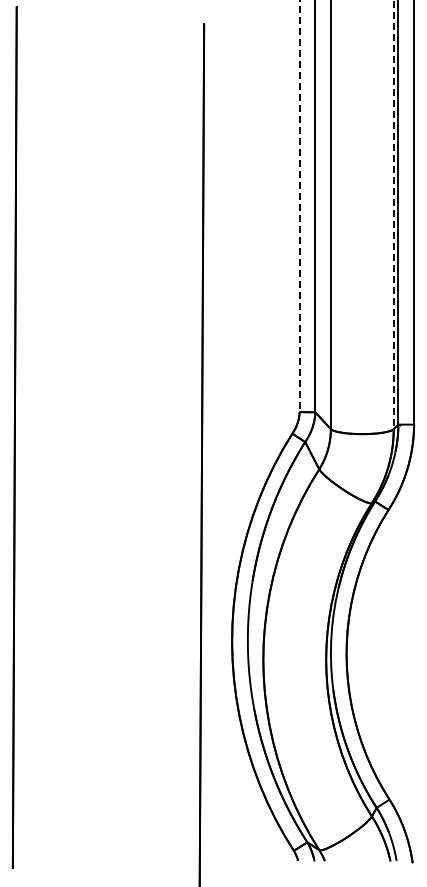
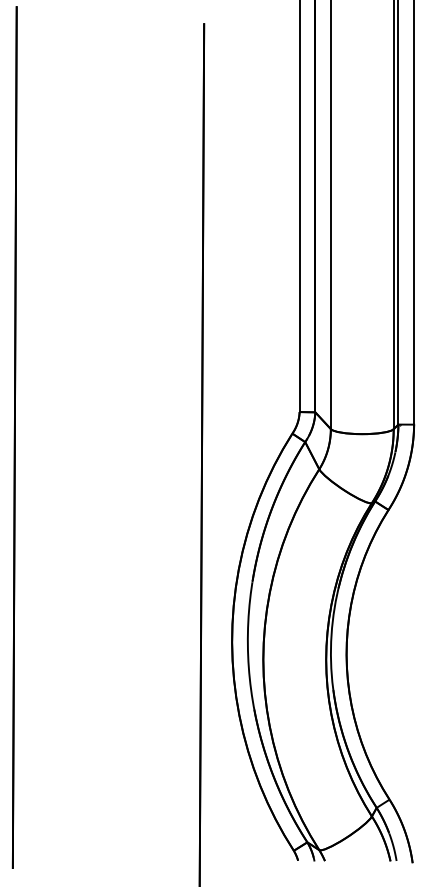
line at (299, 206): dashed -> solid
line at (393, 215): dashed -> solid
